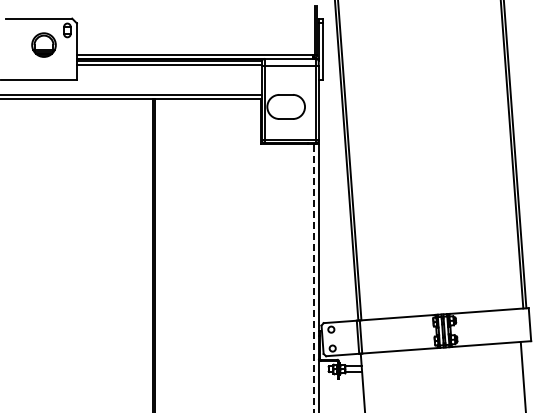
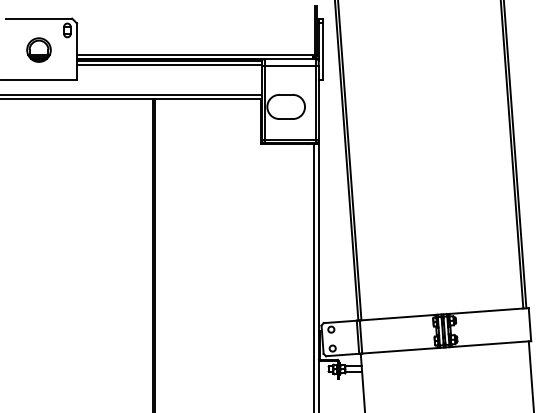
part at (43, 44) position: (43, 44) -> (38, 49)
line at (314, 277): dashed -> solid
line at (522, 375) position: (522, 375) -> (530, 375)
